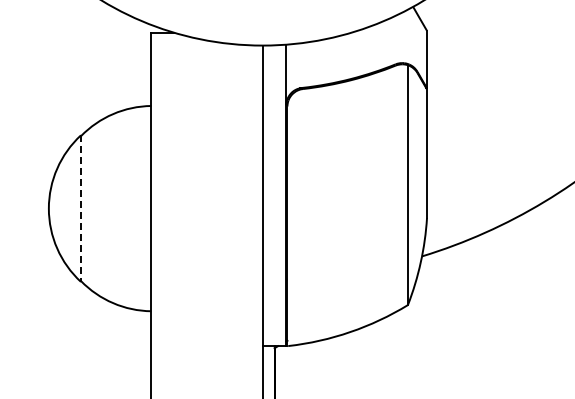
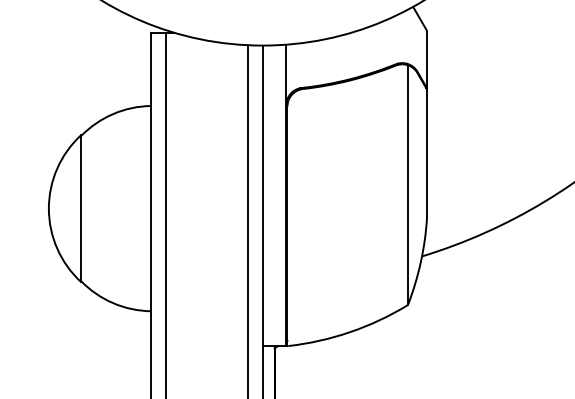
line at (81, 209): dashed -> solid
line at (166, 213): none -> present
line at (248, 220): none -> present
